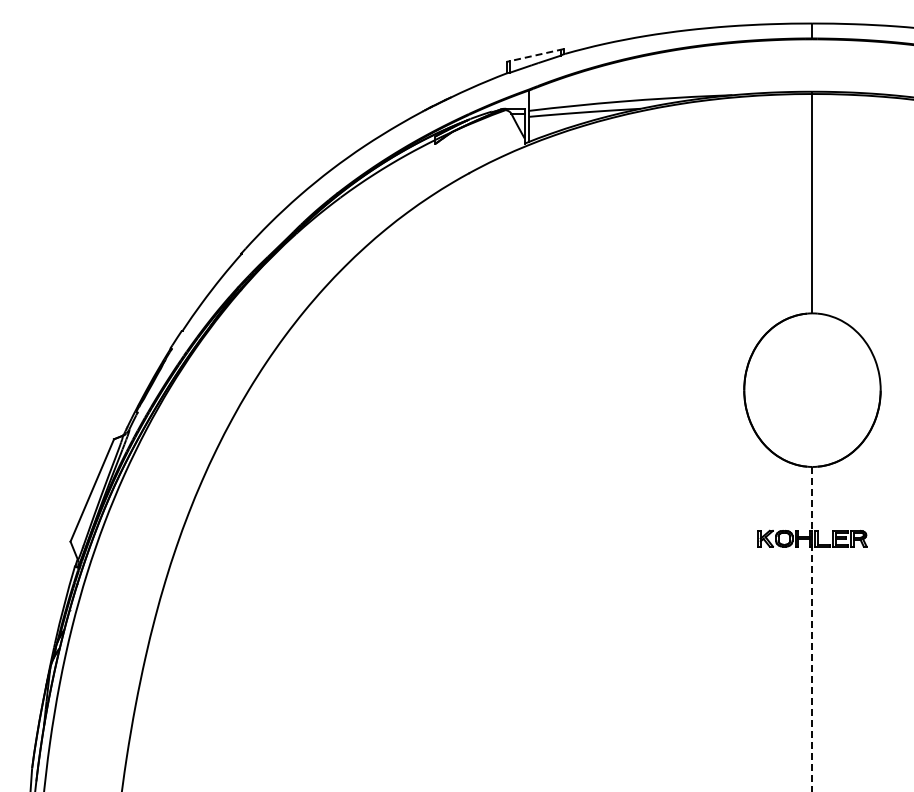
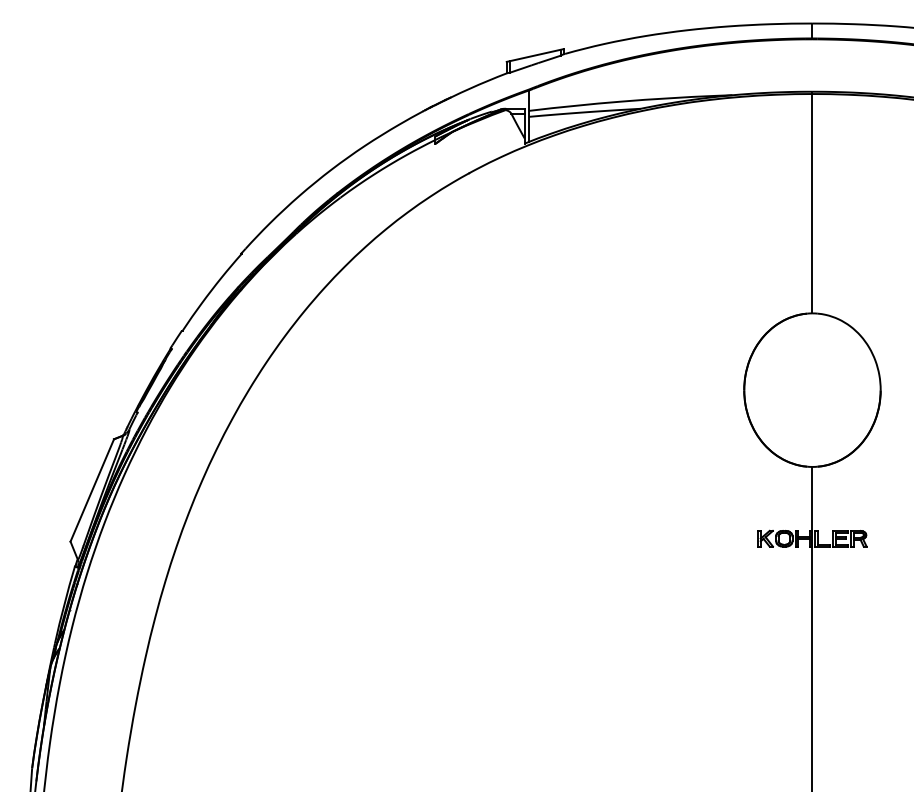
line at (534, 55): dashed -> solid
line at (812, 629): dashed -> solid
